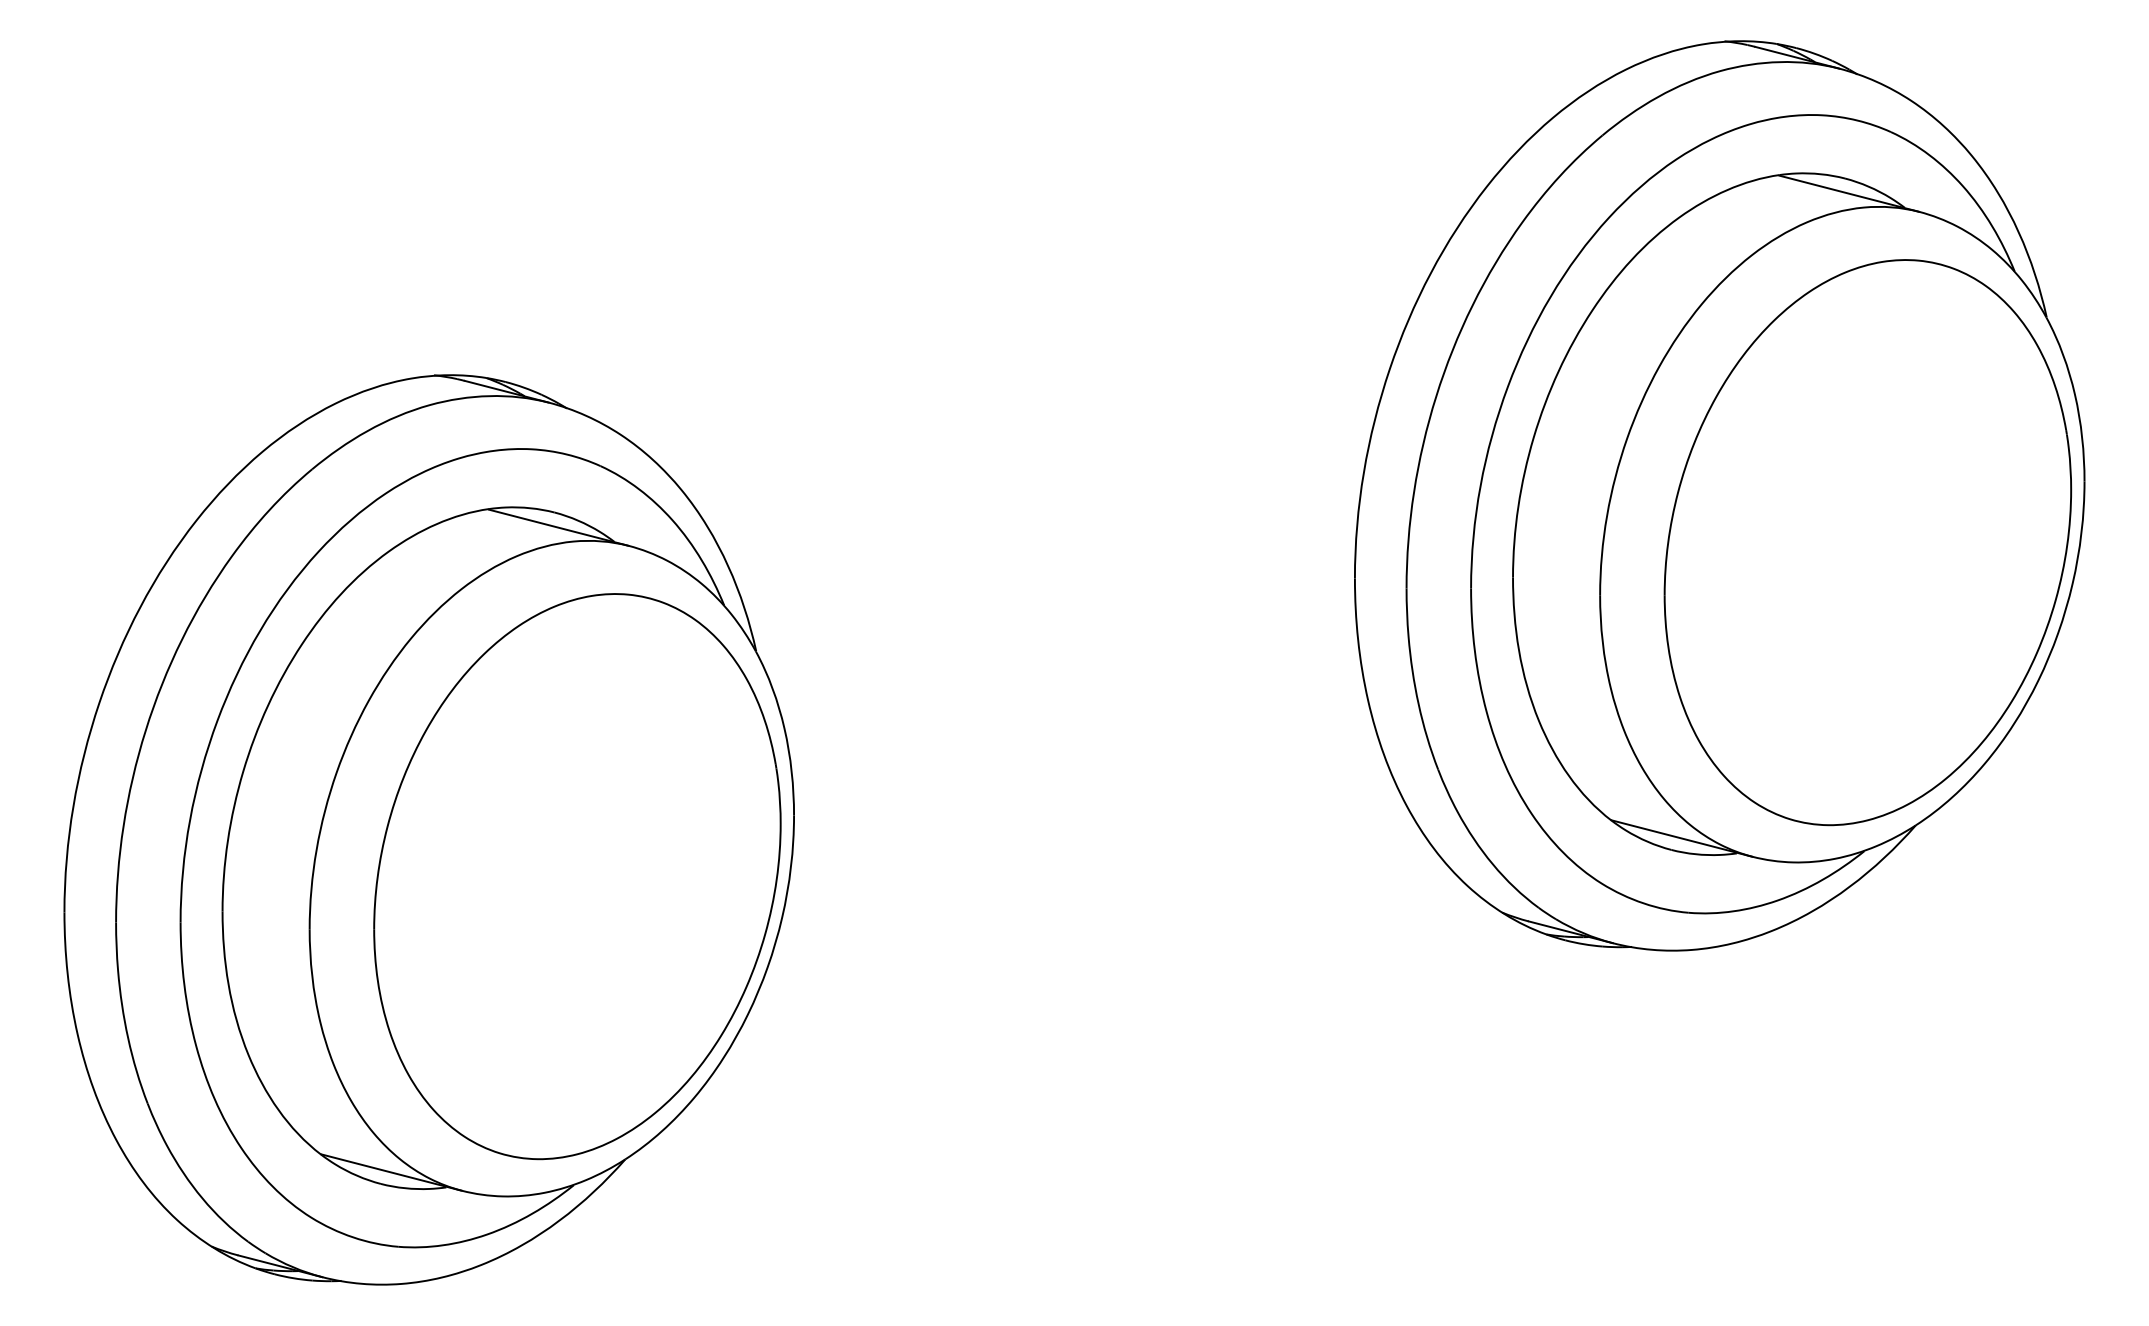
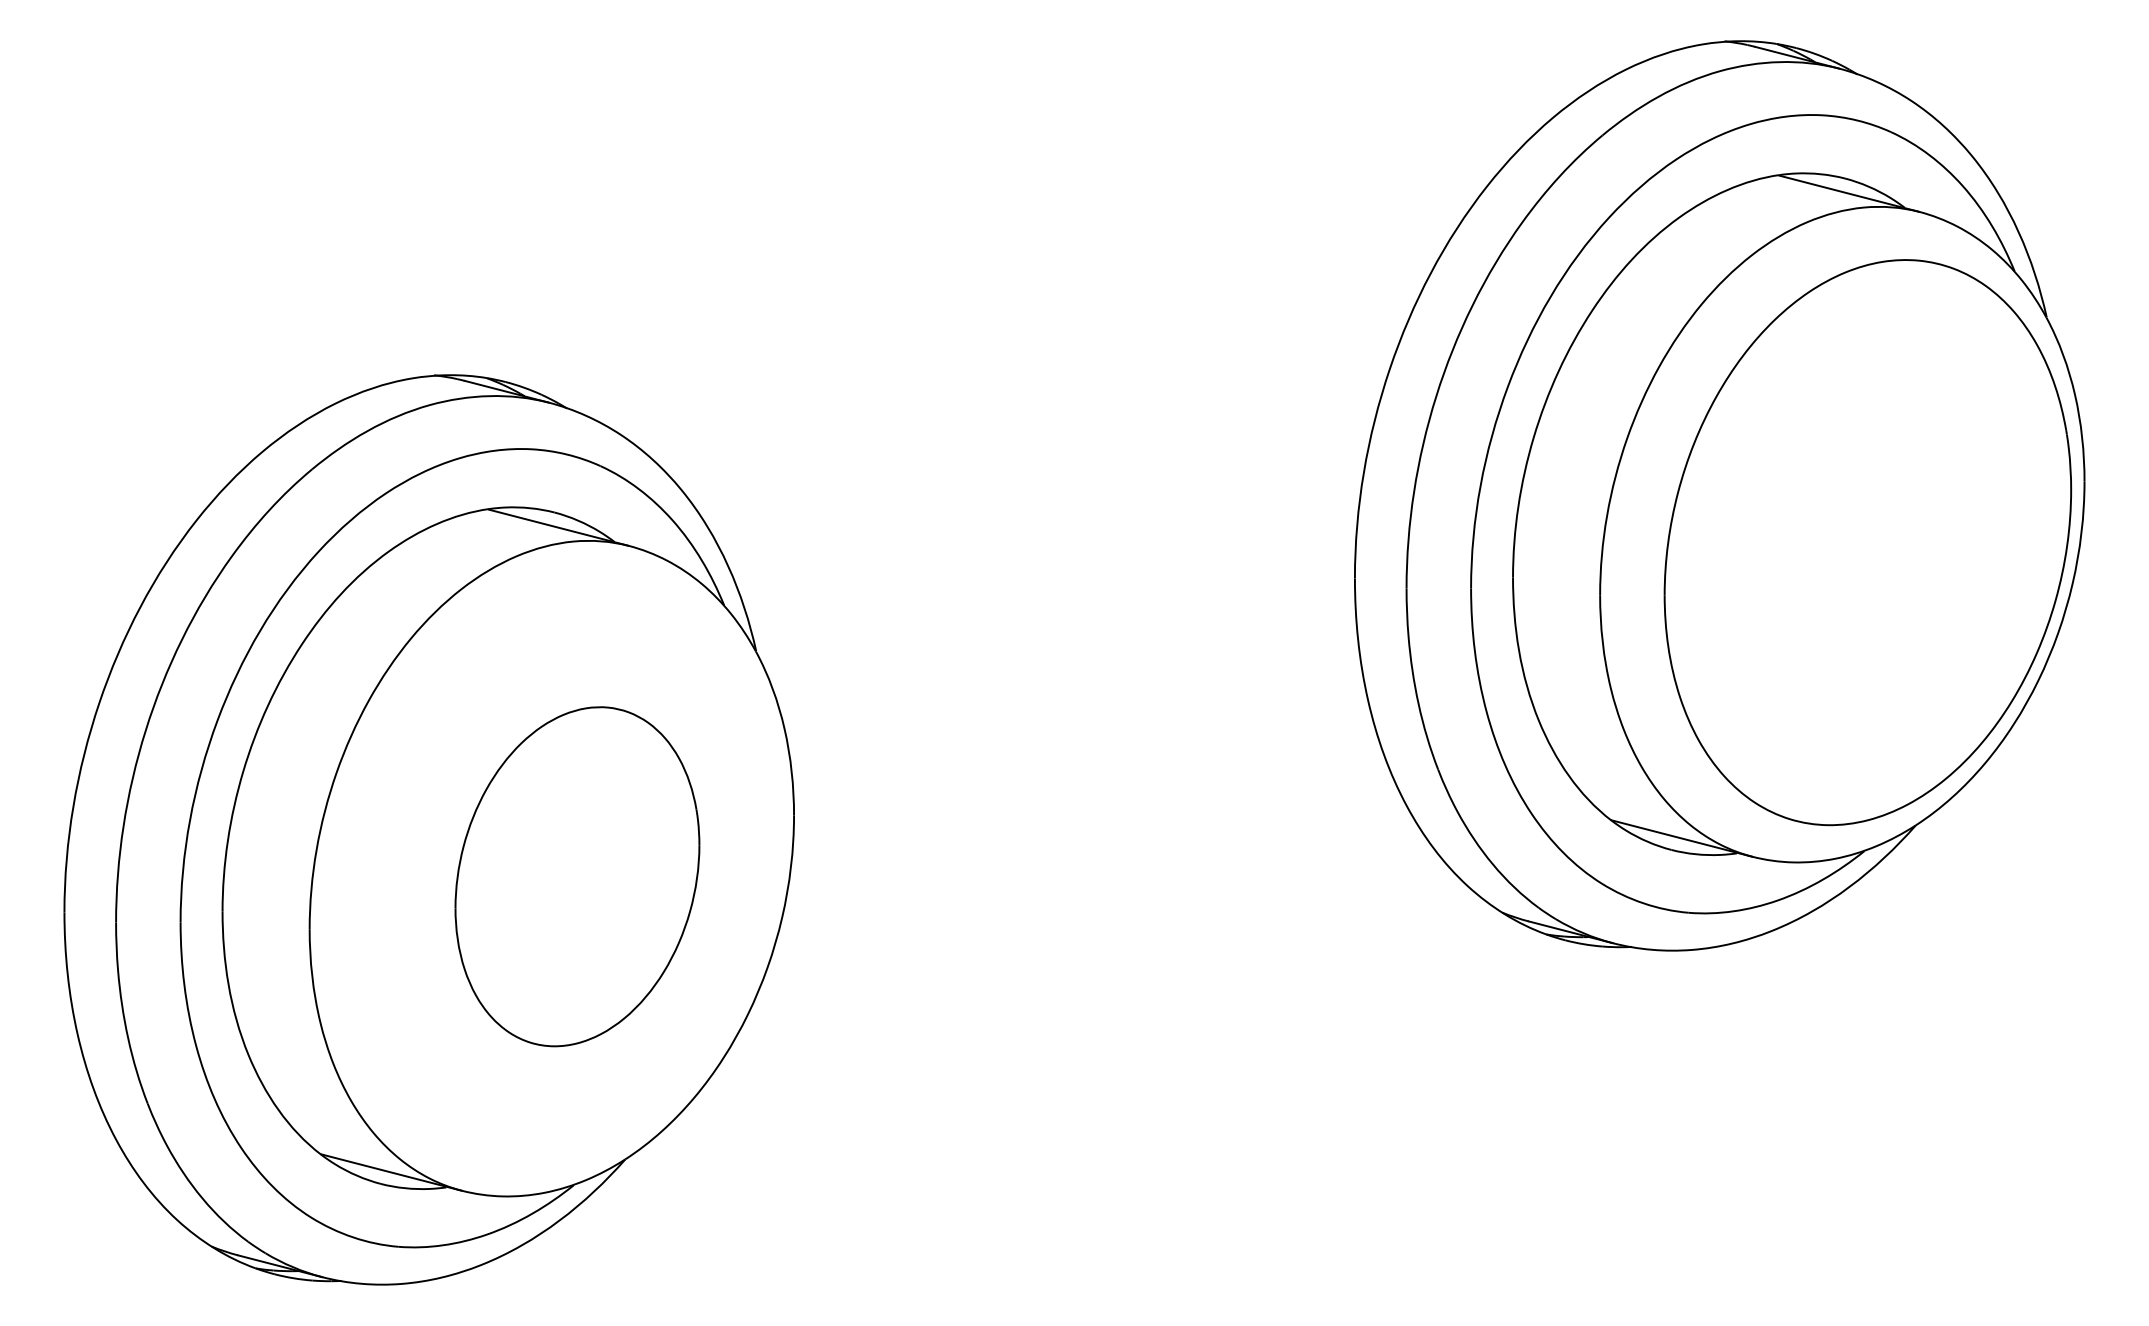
part at (577, 876) size: 409x568 px -> 247x342 px
